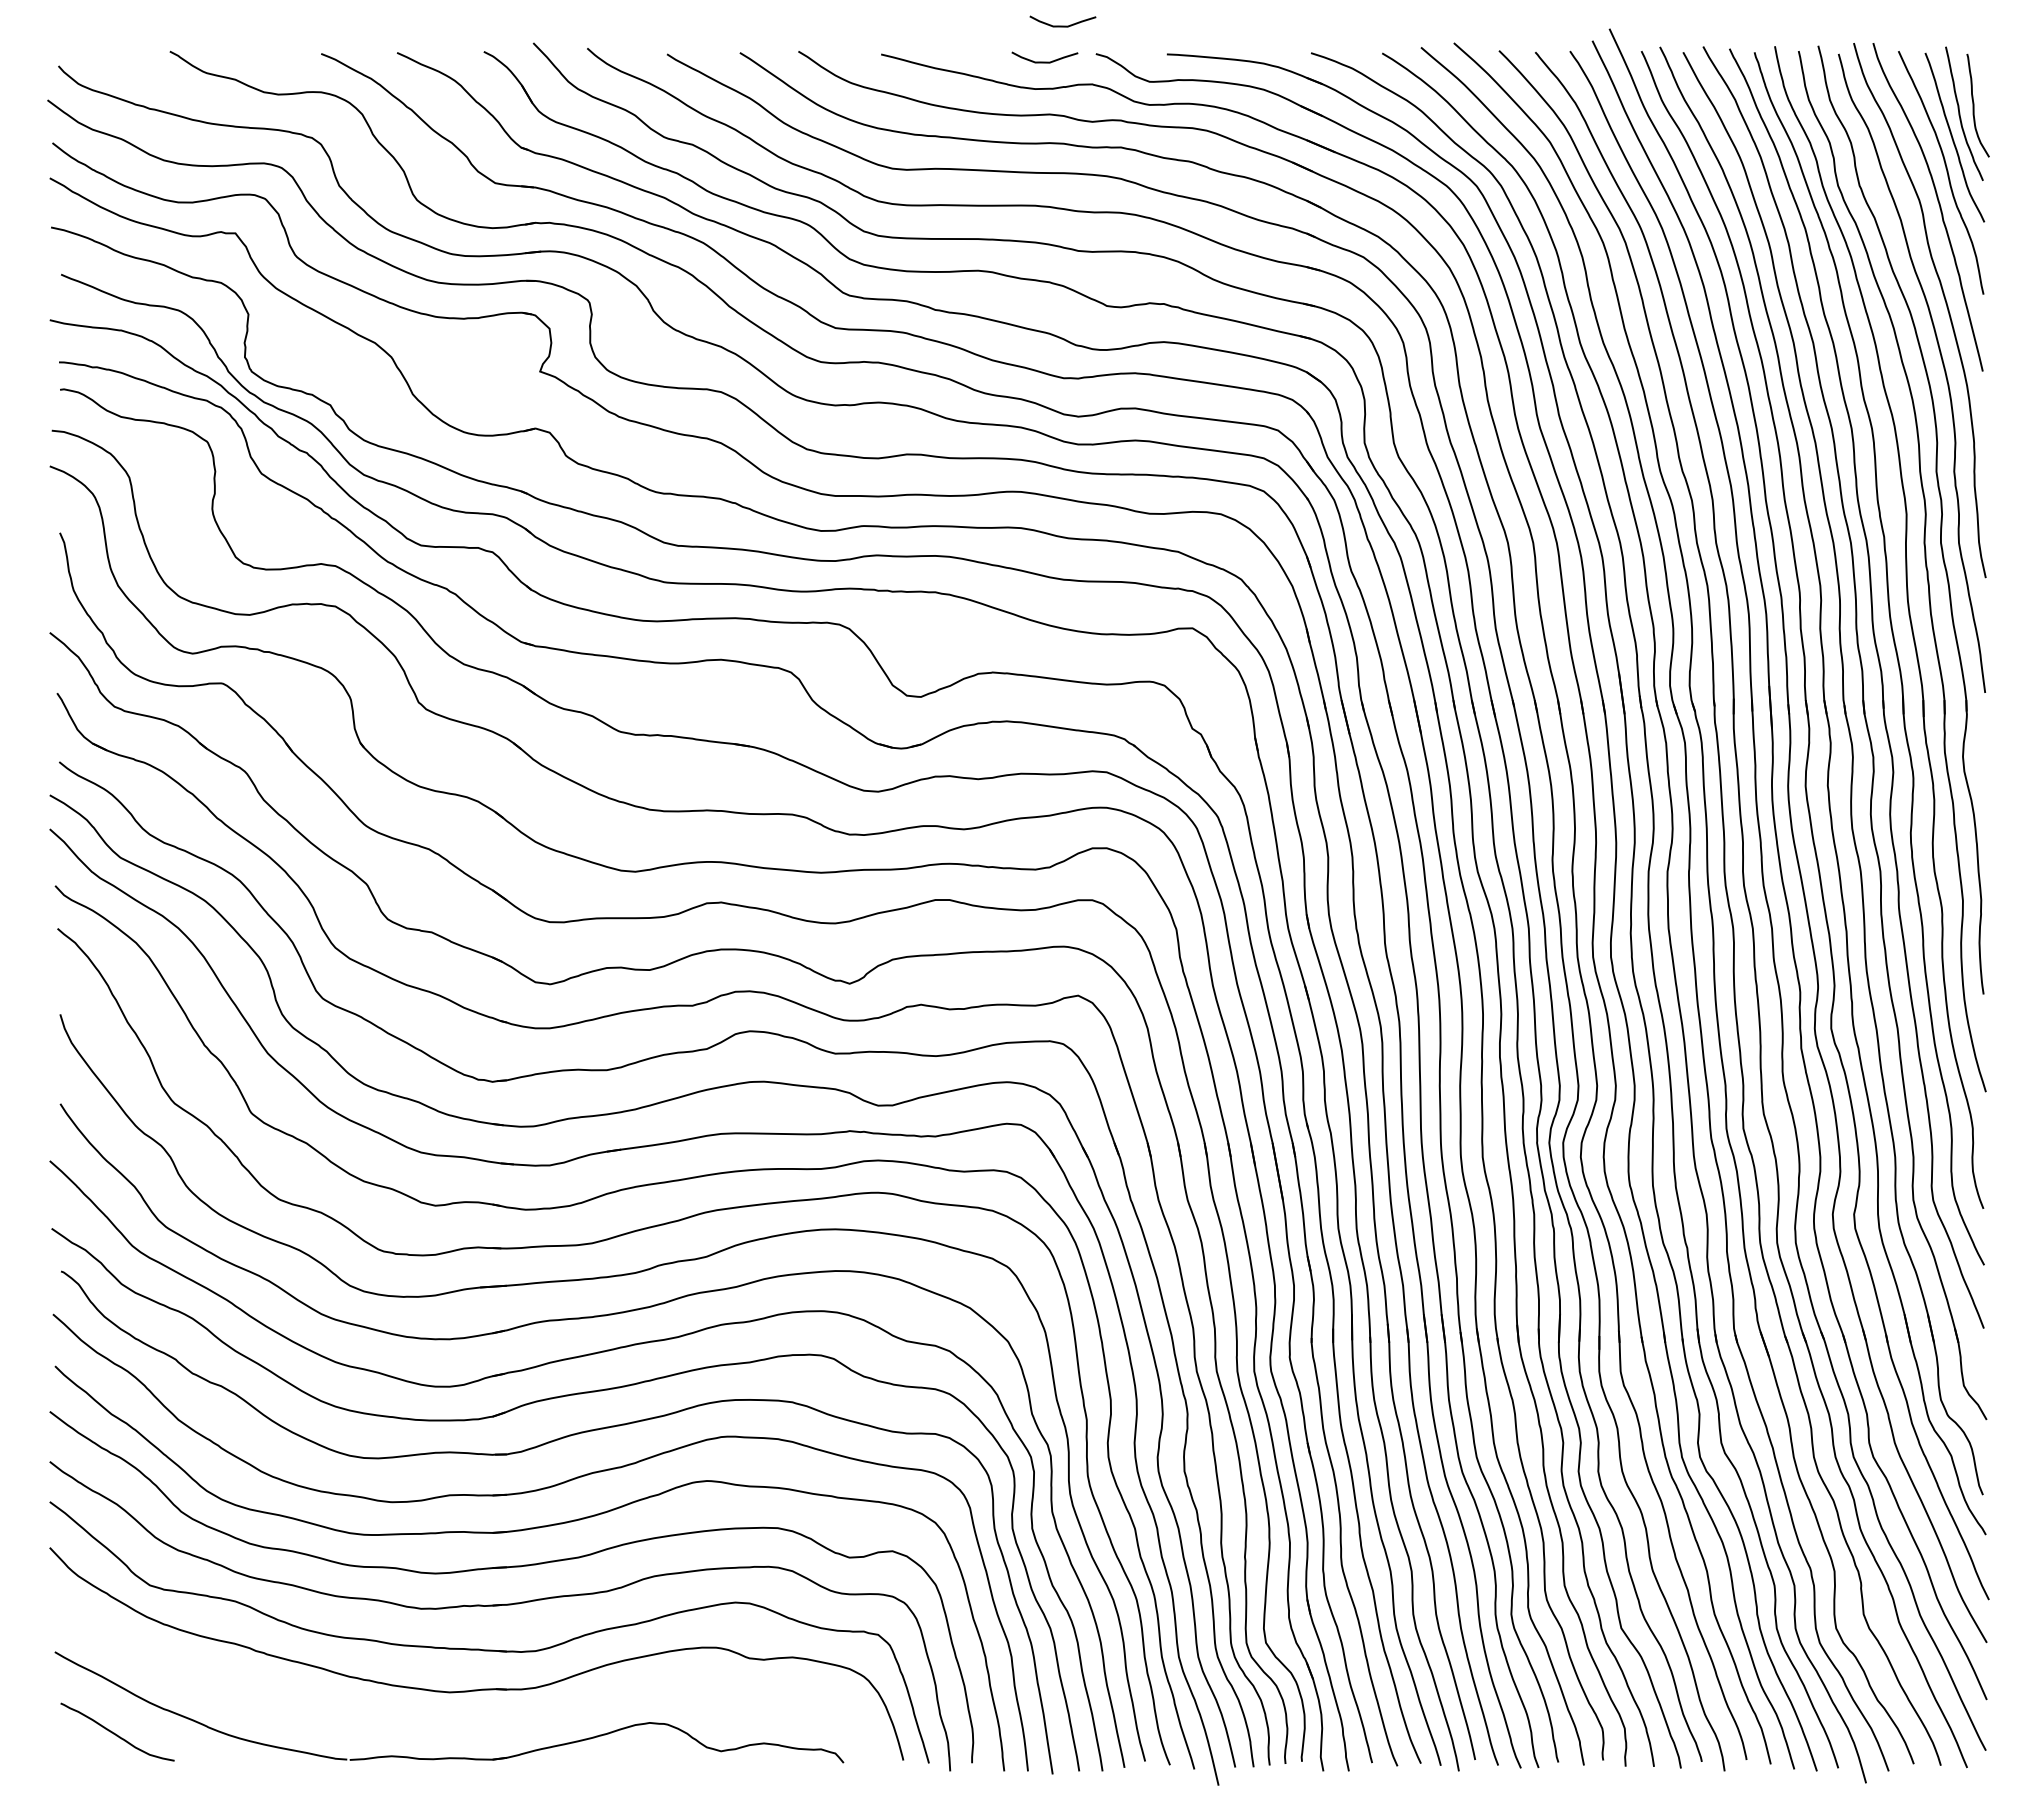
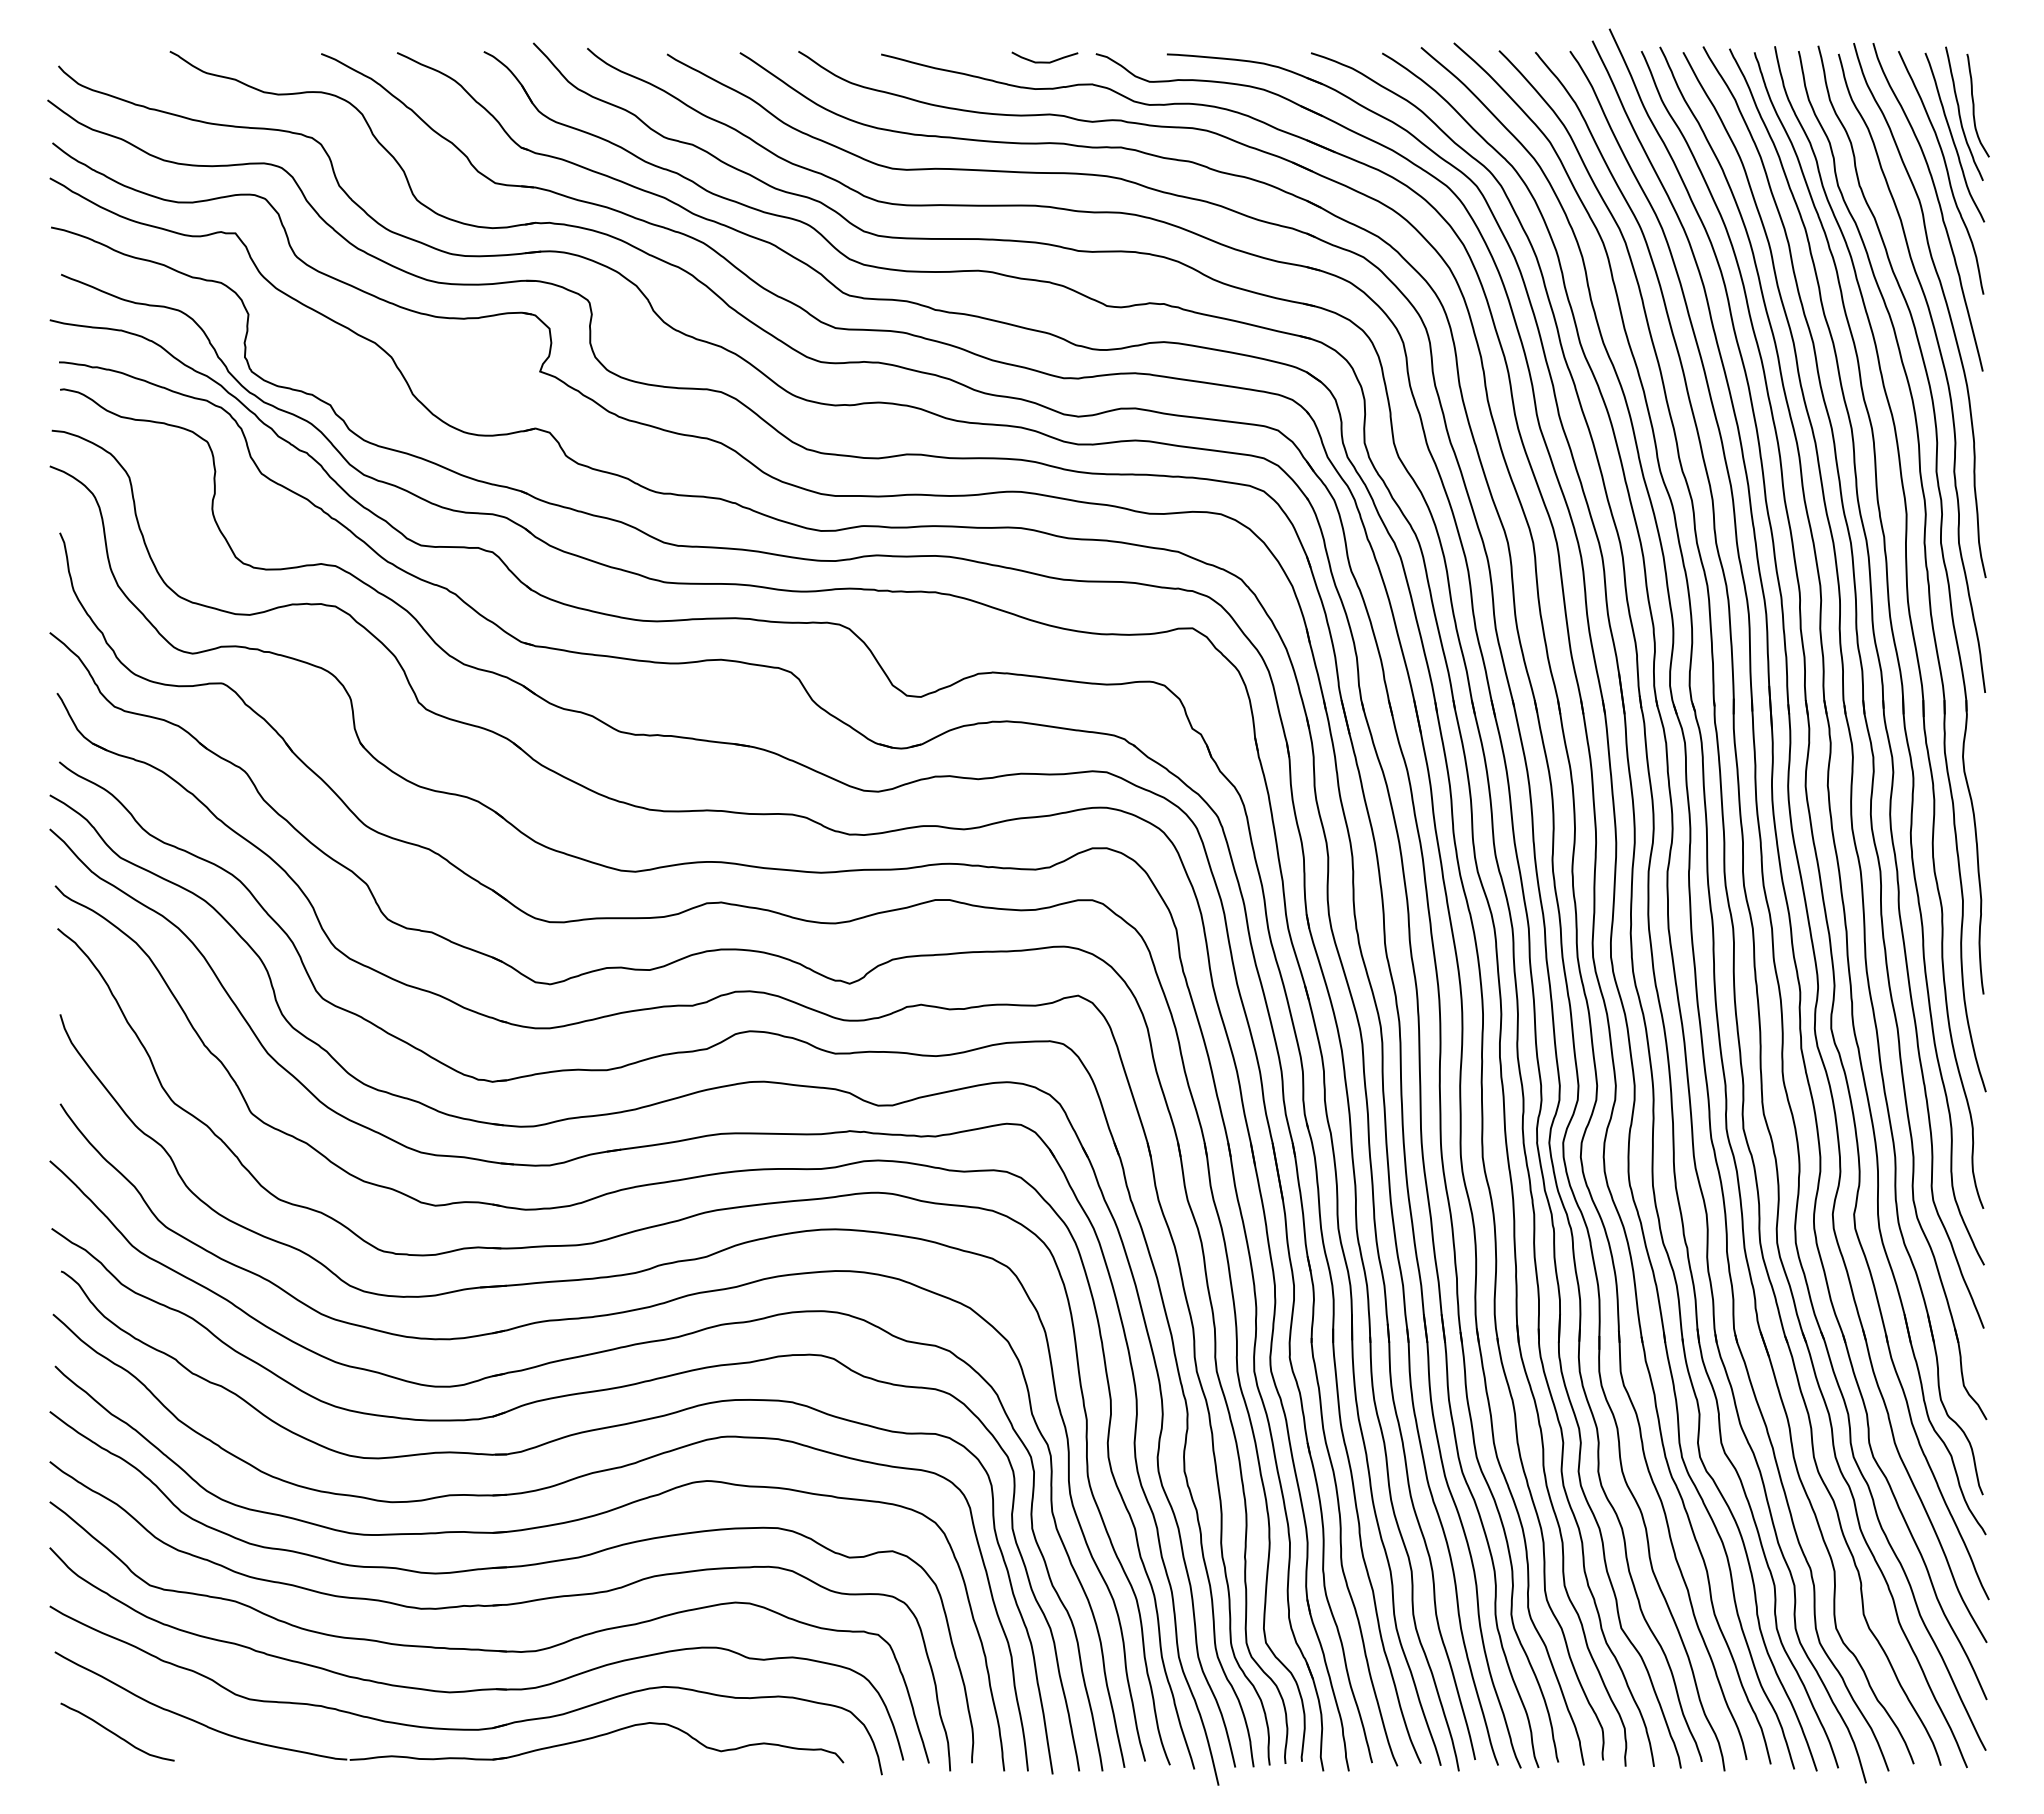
curve at (1062, 25): present -> none
part at (465, 1728): none -> present
